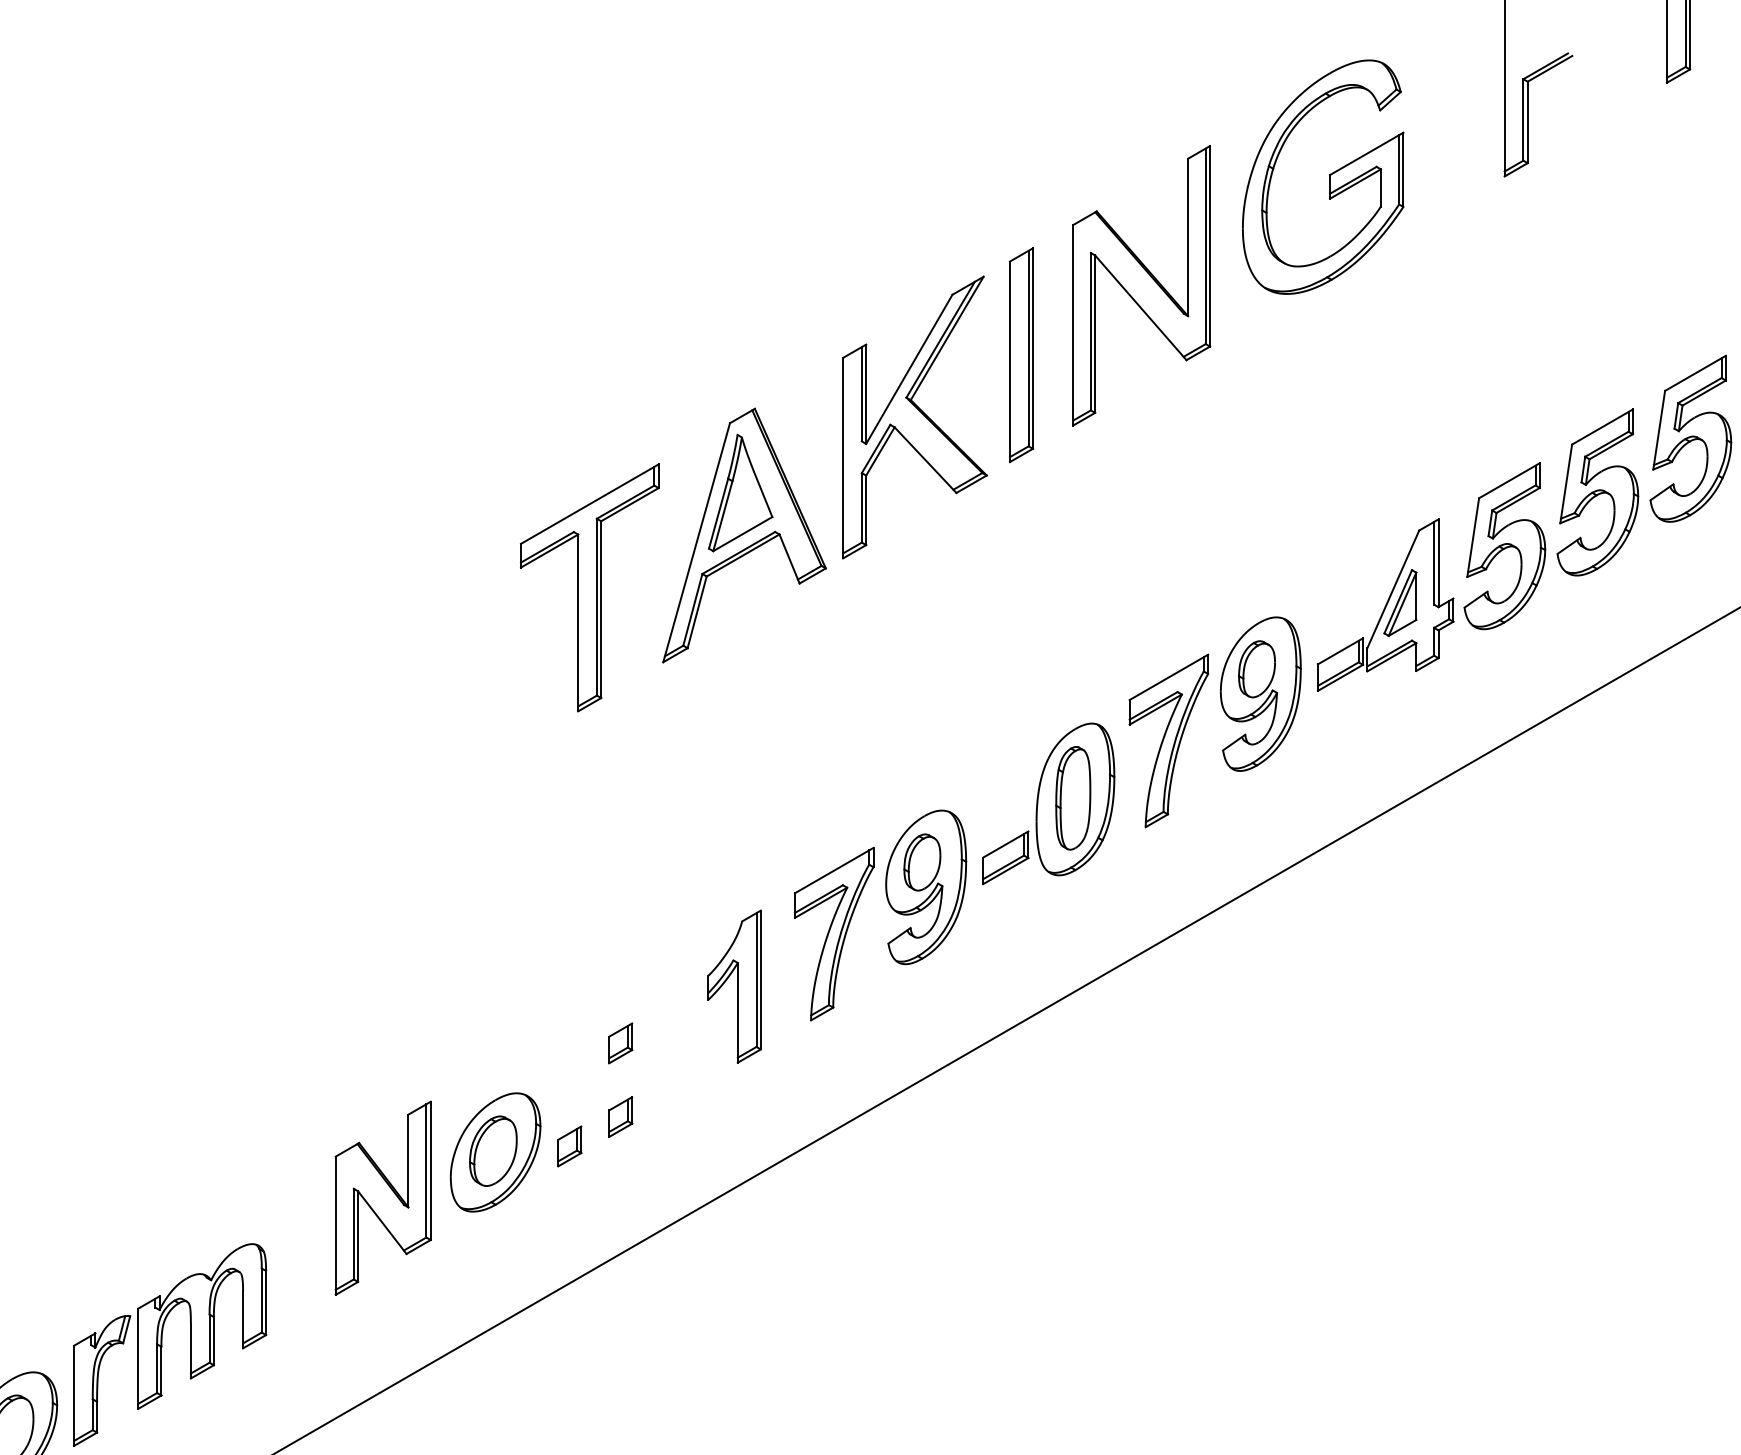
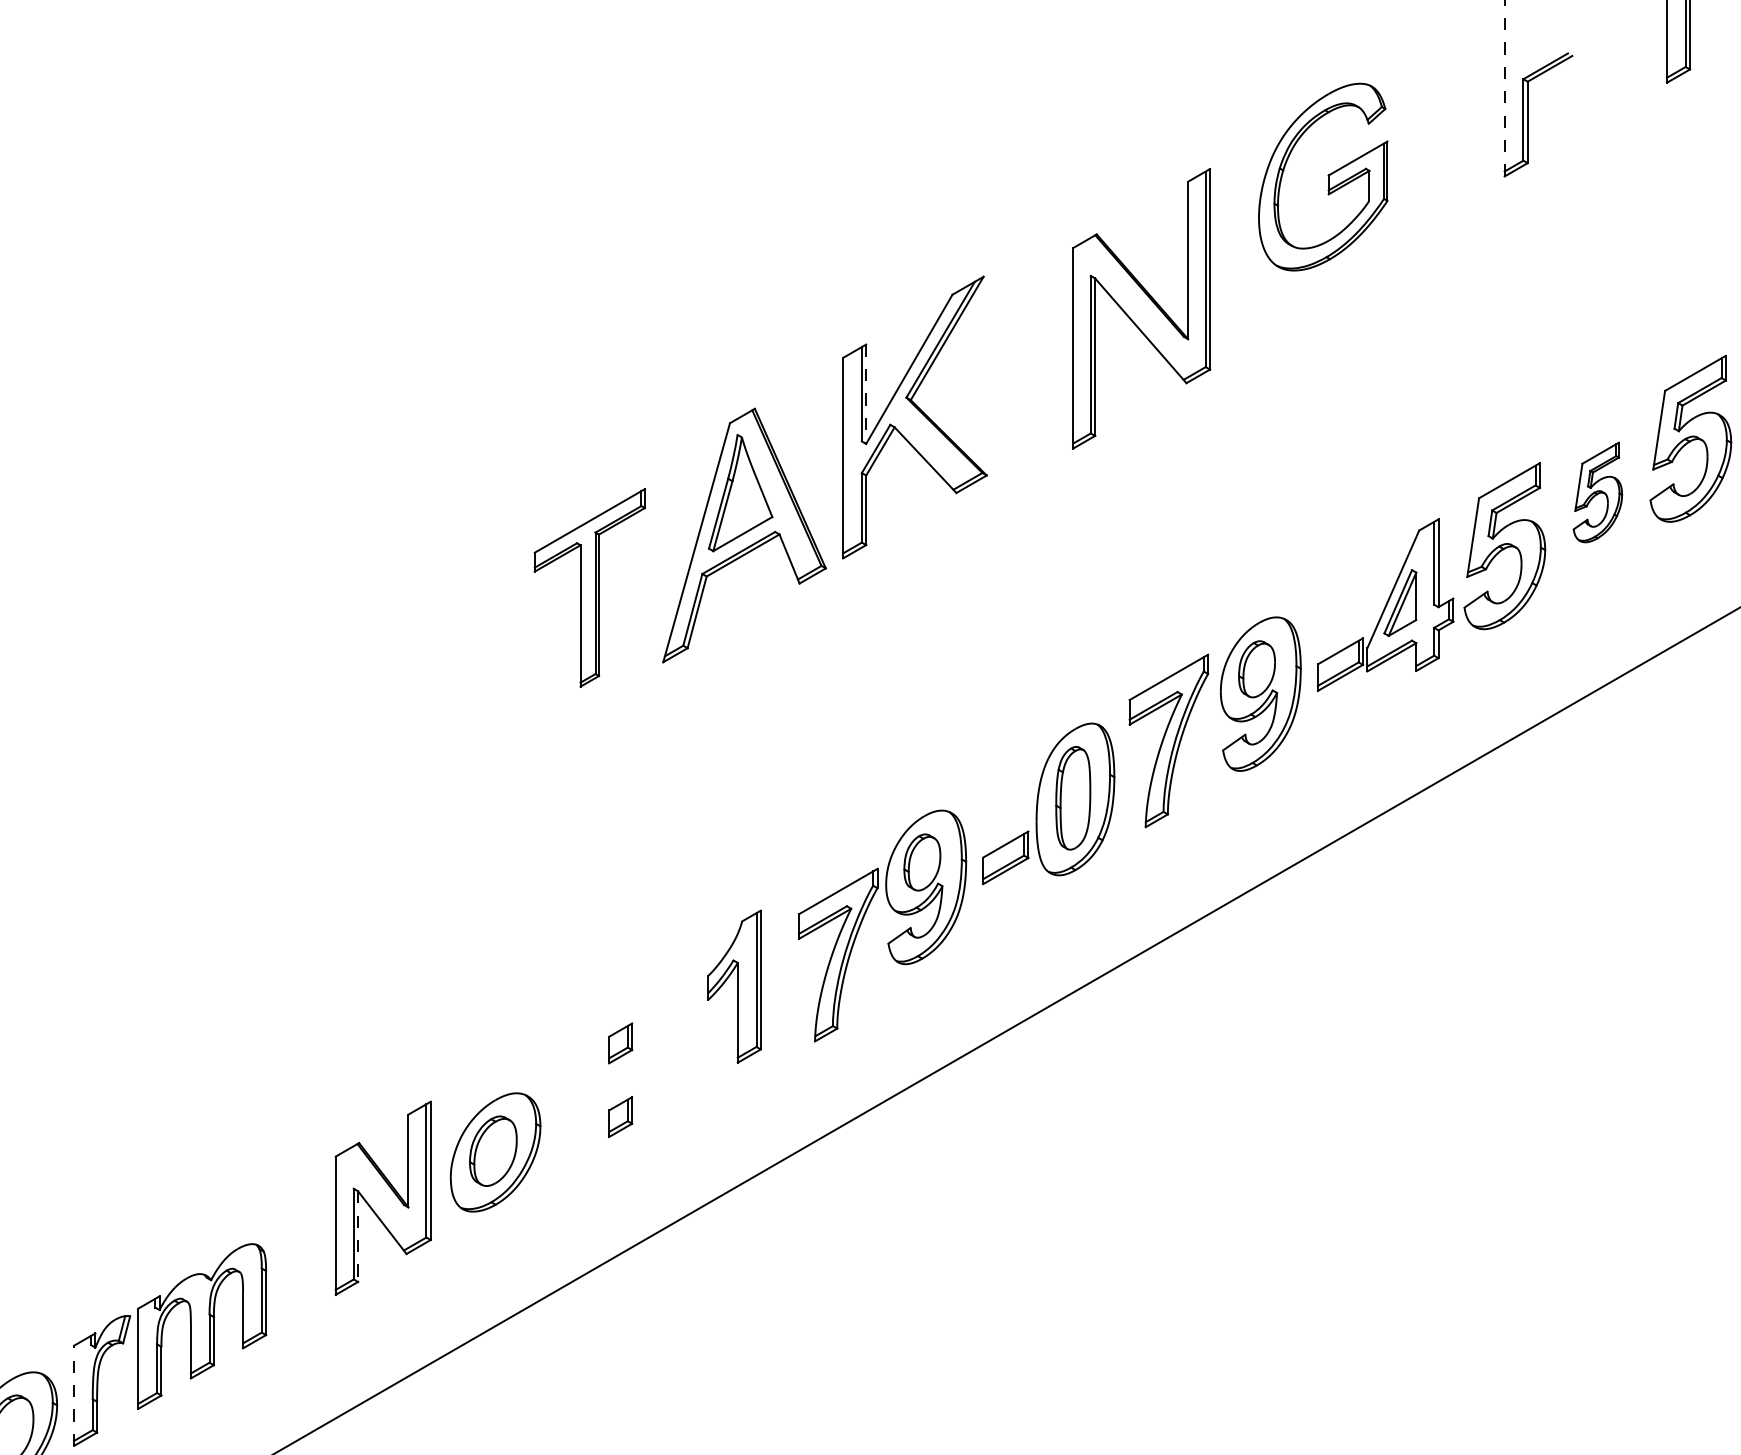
line at (1504, 88): solid -> dashed
part at (1323, 176) size: 163x236 px -> 131x190 px
part at (1141, 285) position: (1141, 285) -> (1141, 308)
part at (1020, 355): present -> none
line at (866, 394): solid -> dashed
part at (1597, 492) size: 84x169 px -> 52x103 px
part at (589, 587) size: 140x250 px -> 113x200 px
part at (834, 933) position: (834, 933) -> (838, 954)
part at (569, 1146): present -> none
line at (358, 1237): solid -> dashed
line at (74, 1395): solid -> dashed
